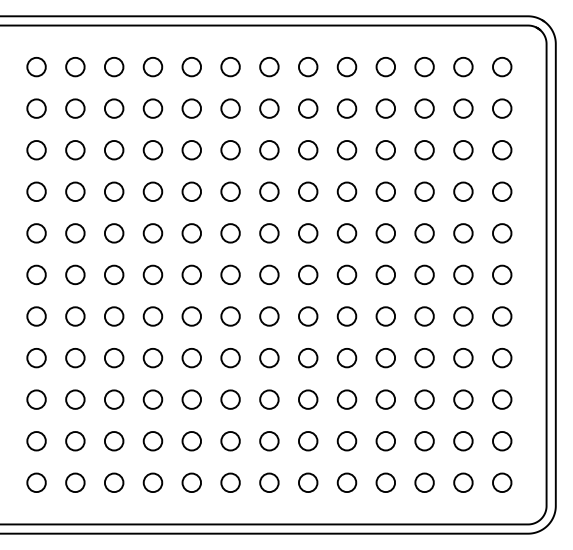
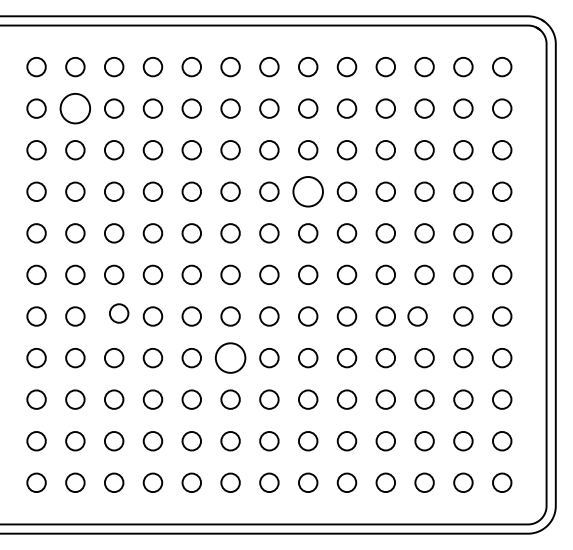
circle at (75, 108) diameter: 18 px -> 30 px
circle at (307, 191) diameter: 18 px -> 30 px
circle at (114, 316) position: (114, 316) -> (119, 313)
circle at (424, 316) position: (424, 316) -> (417, 316)
circle at (230, 357) diameter: 18 px -> 30 px
